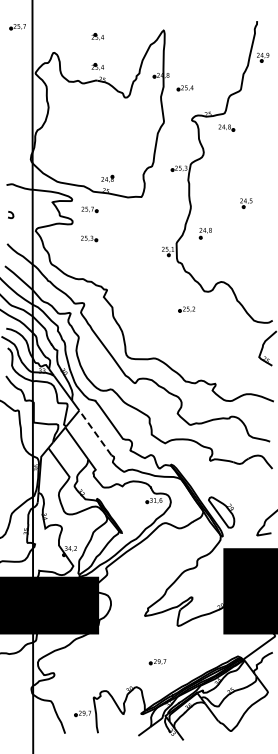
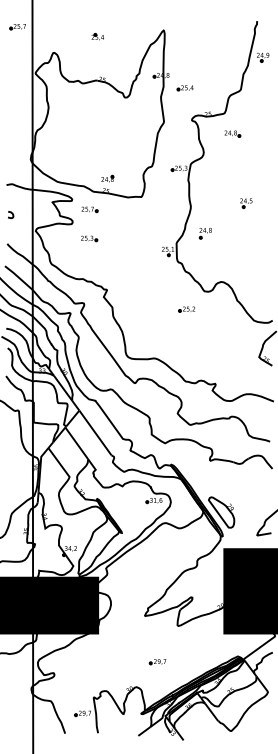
part at (97, 66): present -> none
part at (226, 127) position: (226, 127) -> (232, 133)
line at (94, 431): dashed -> solid
